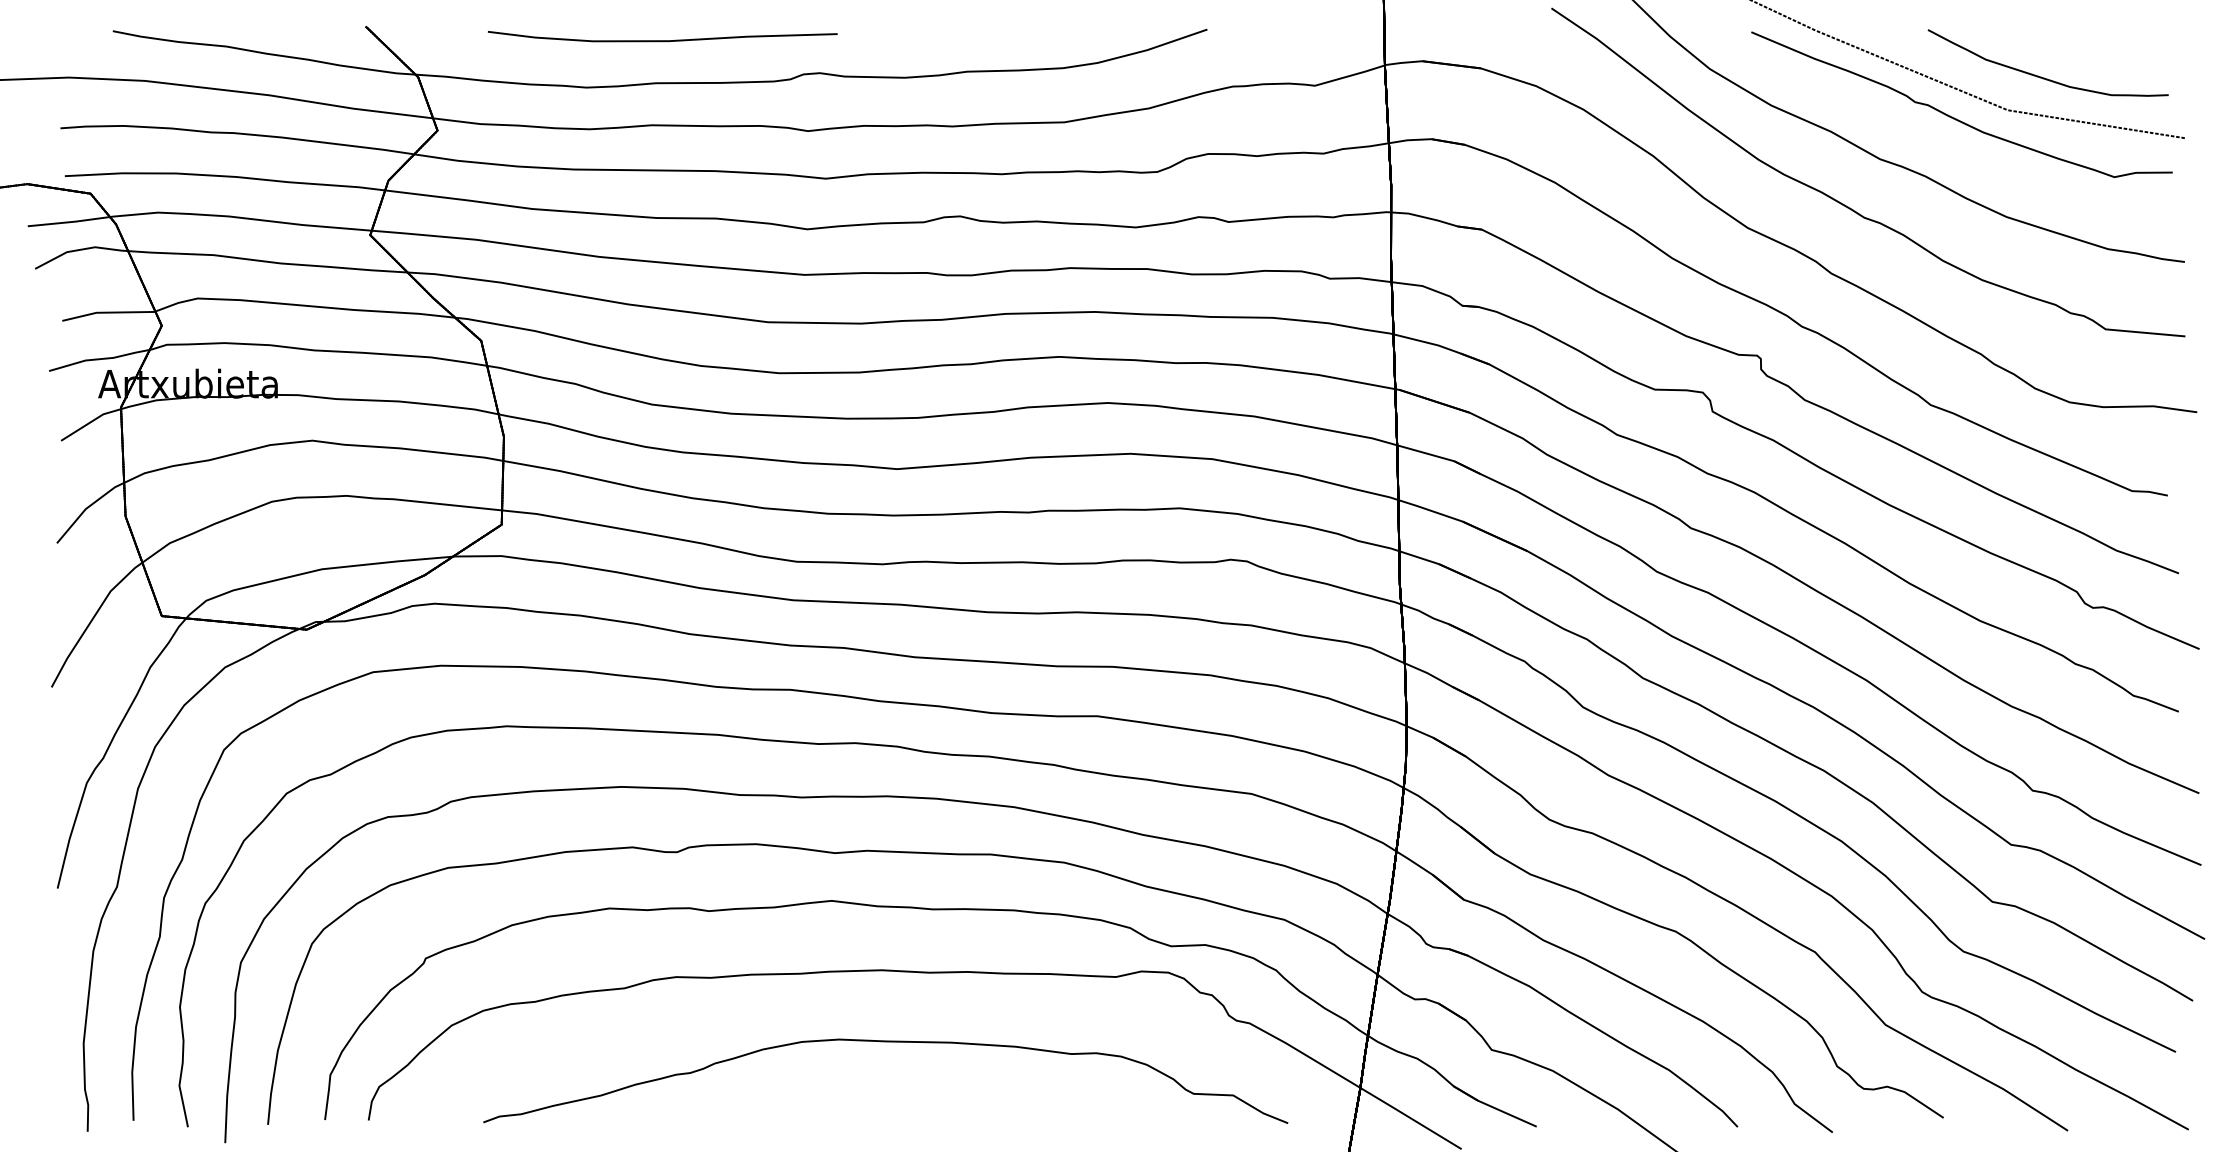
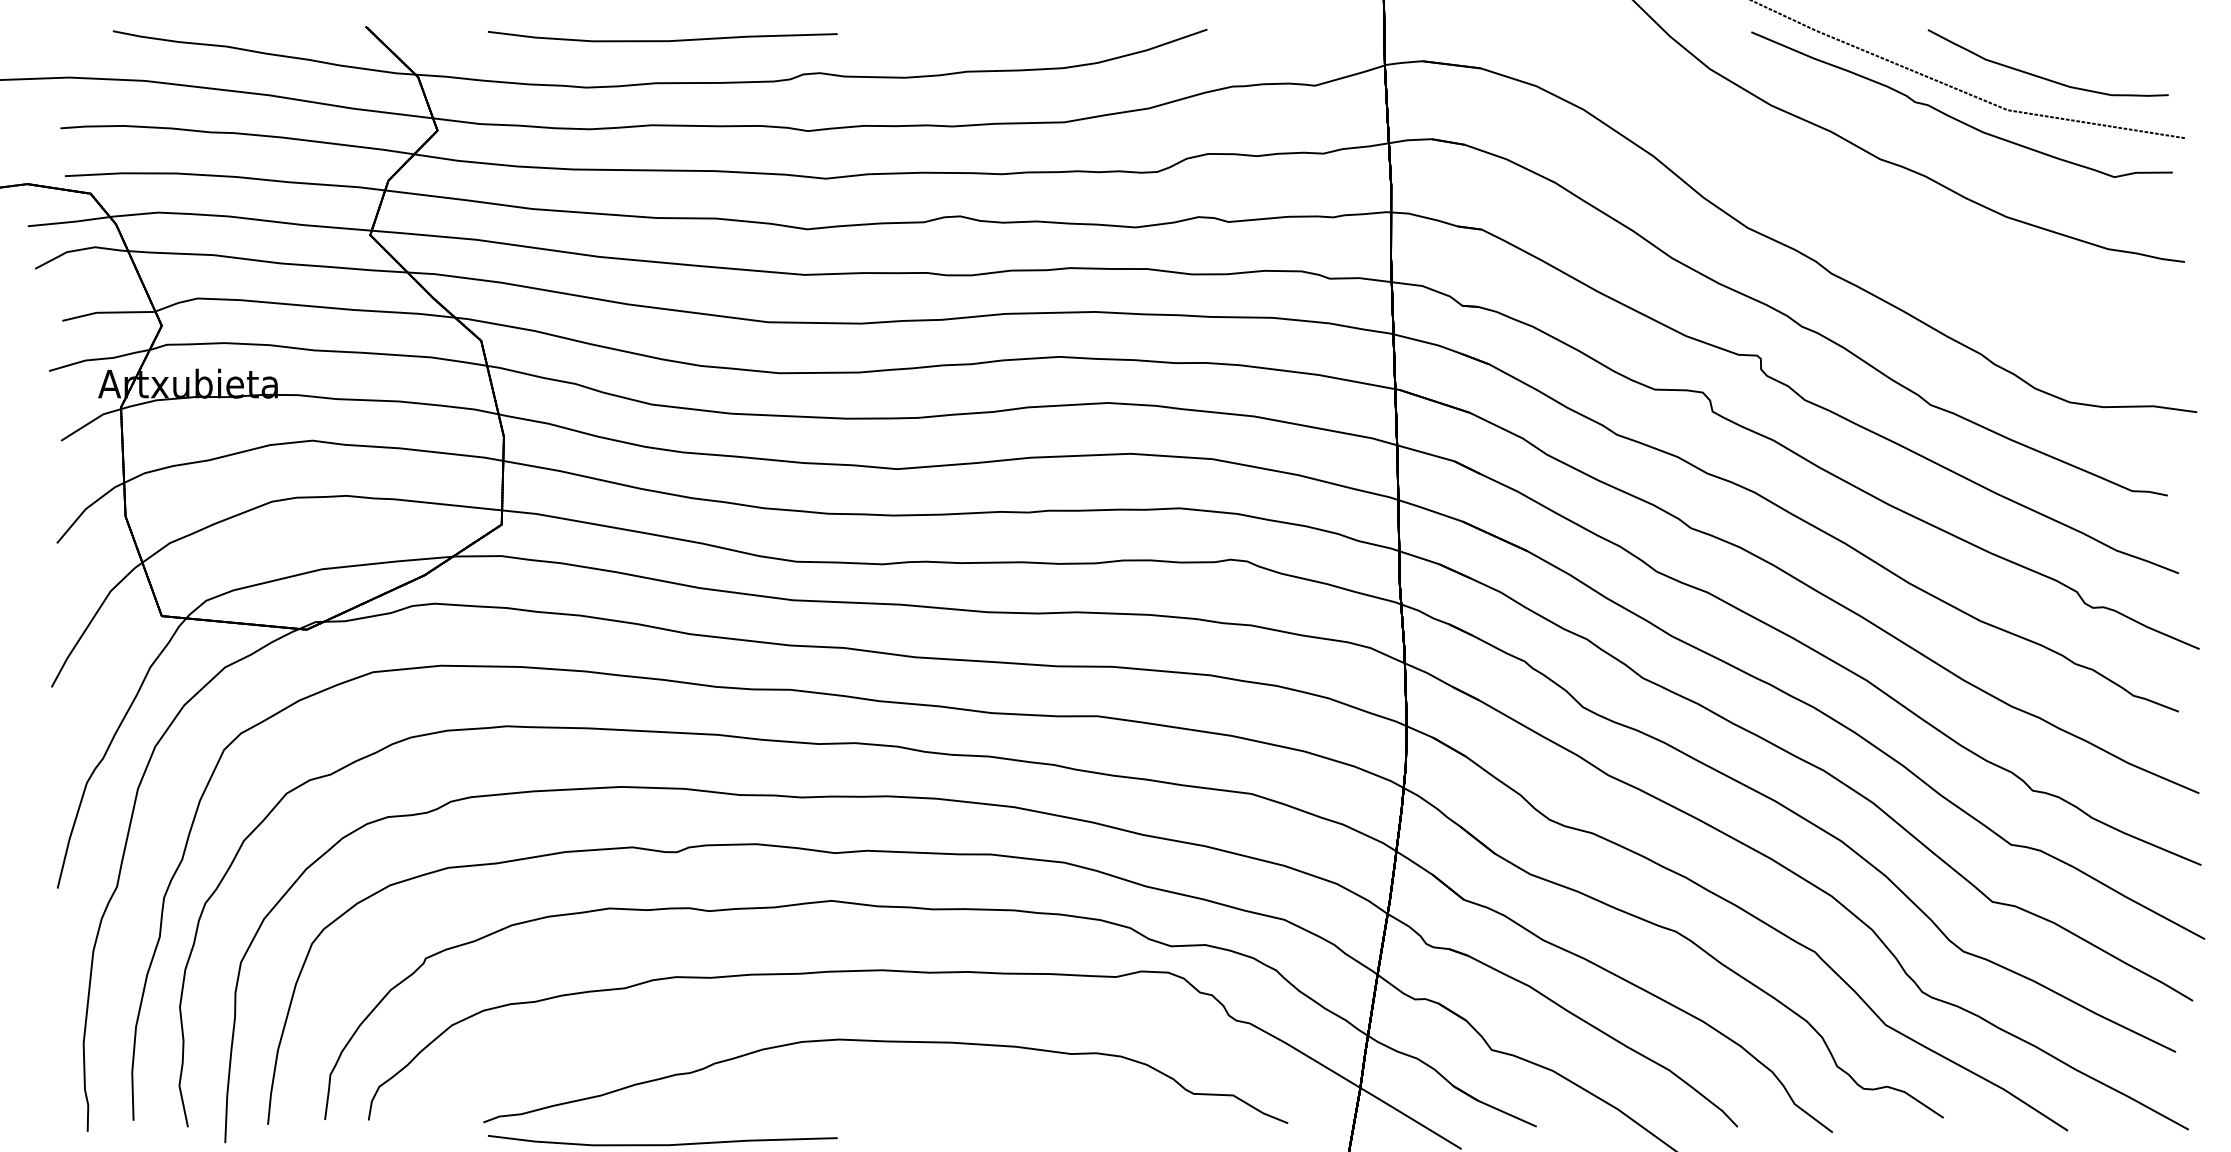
curve at (1850, 207): present -> none
curve at (662, 1144): none -> present
